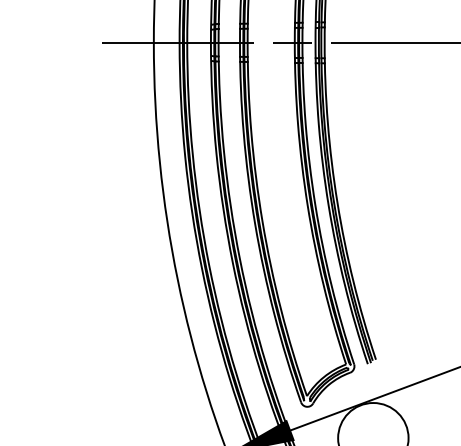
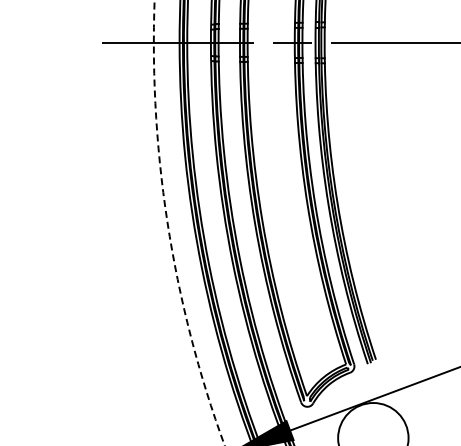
arc at (168, 226): solid -> dashed
